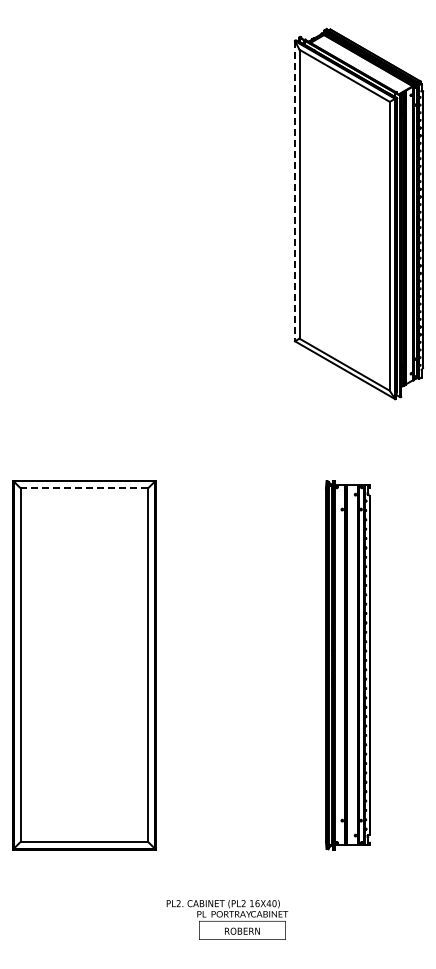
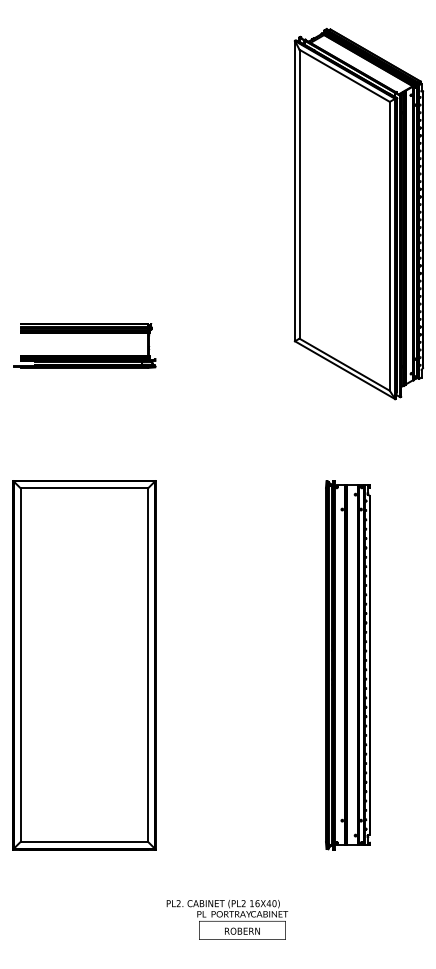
line at (295, 191): dashed -> solid
part at (84, 355): none -> present
line at (84, 488): dashed -> solid
